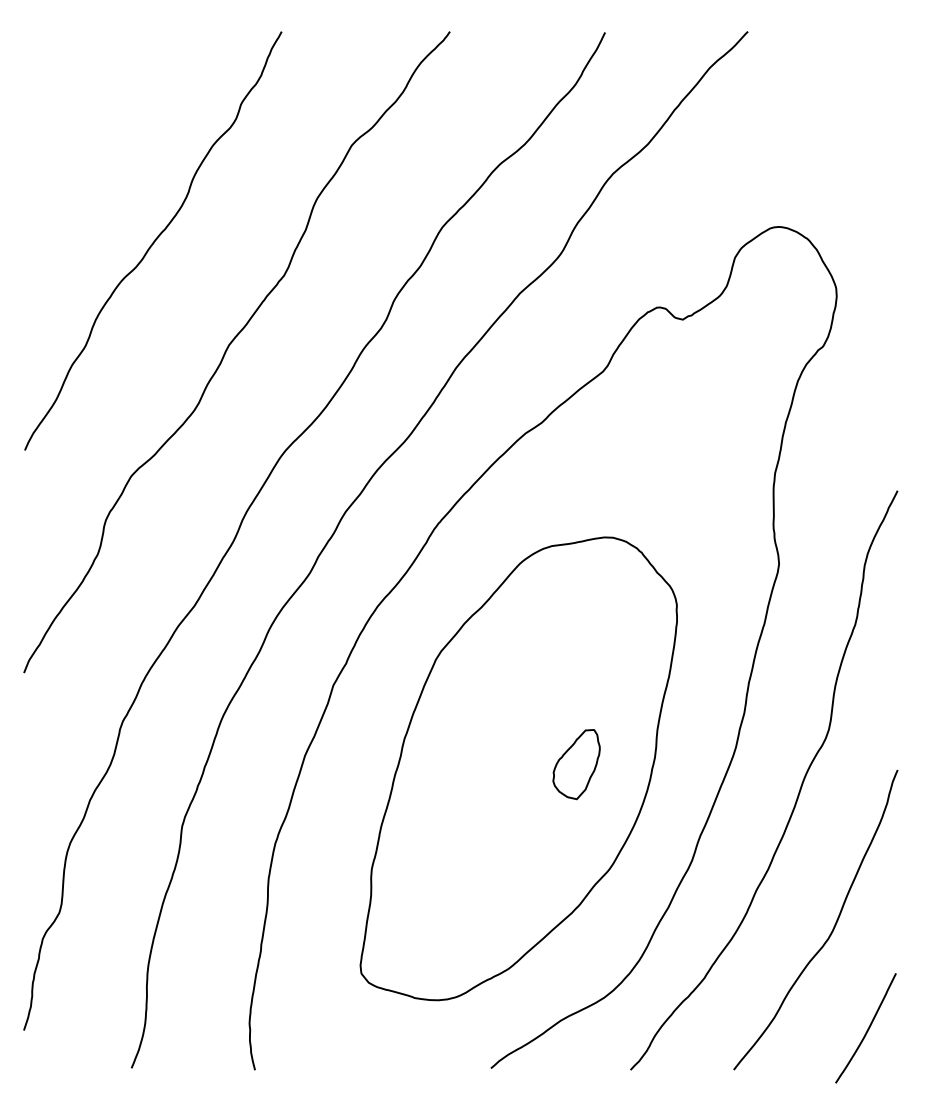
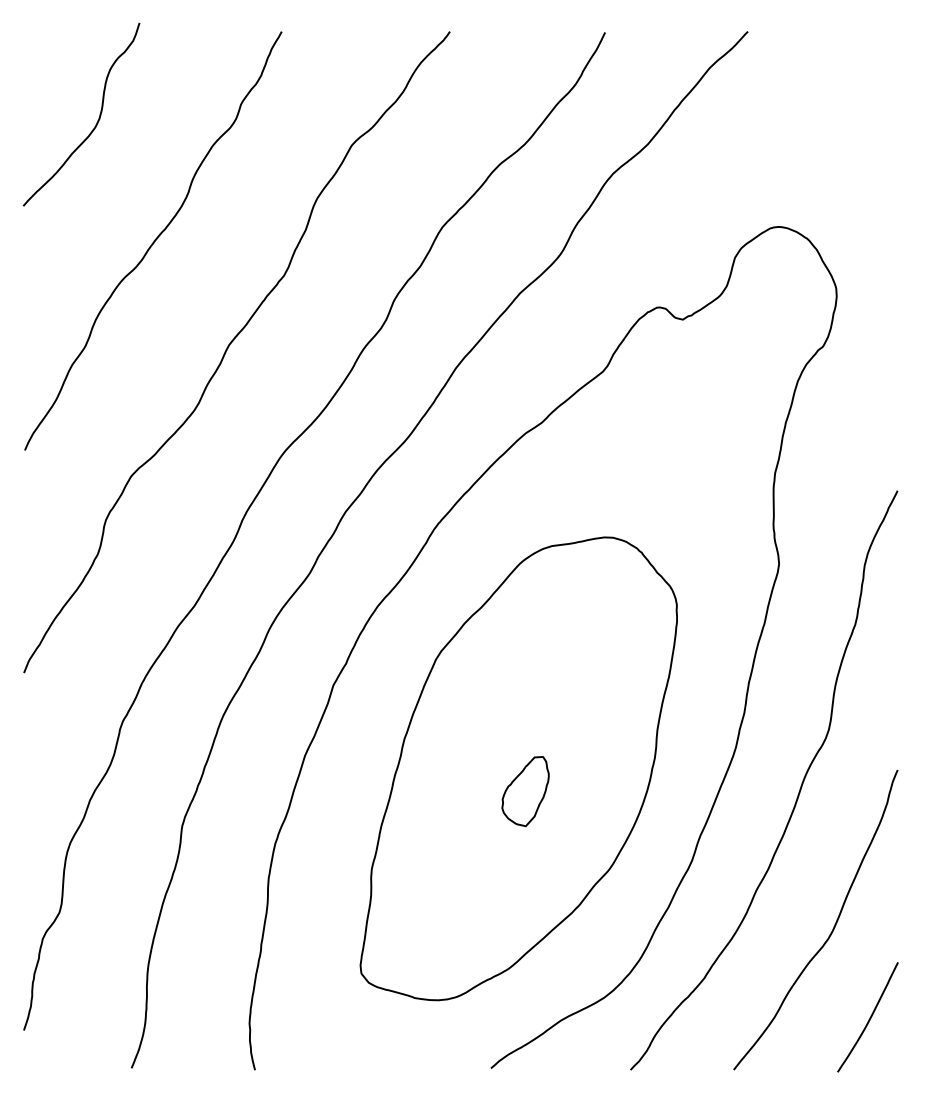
curve at (96, 122): none -> present
part at (576, 764) position: (576, 764) -> (525, 791)
curve at (867, 1028) position: (867, 1028) -> (869, 1017)
